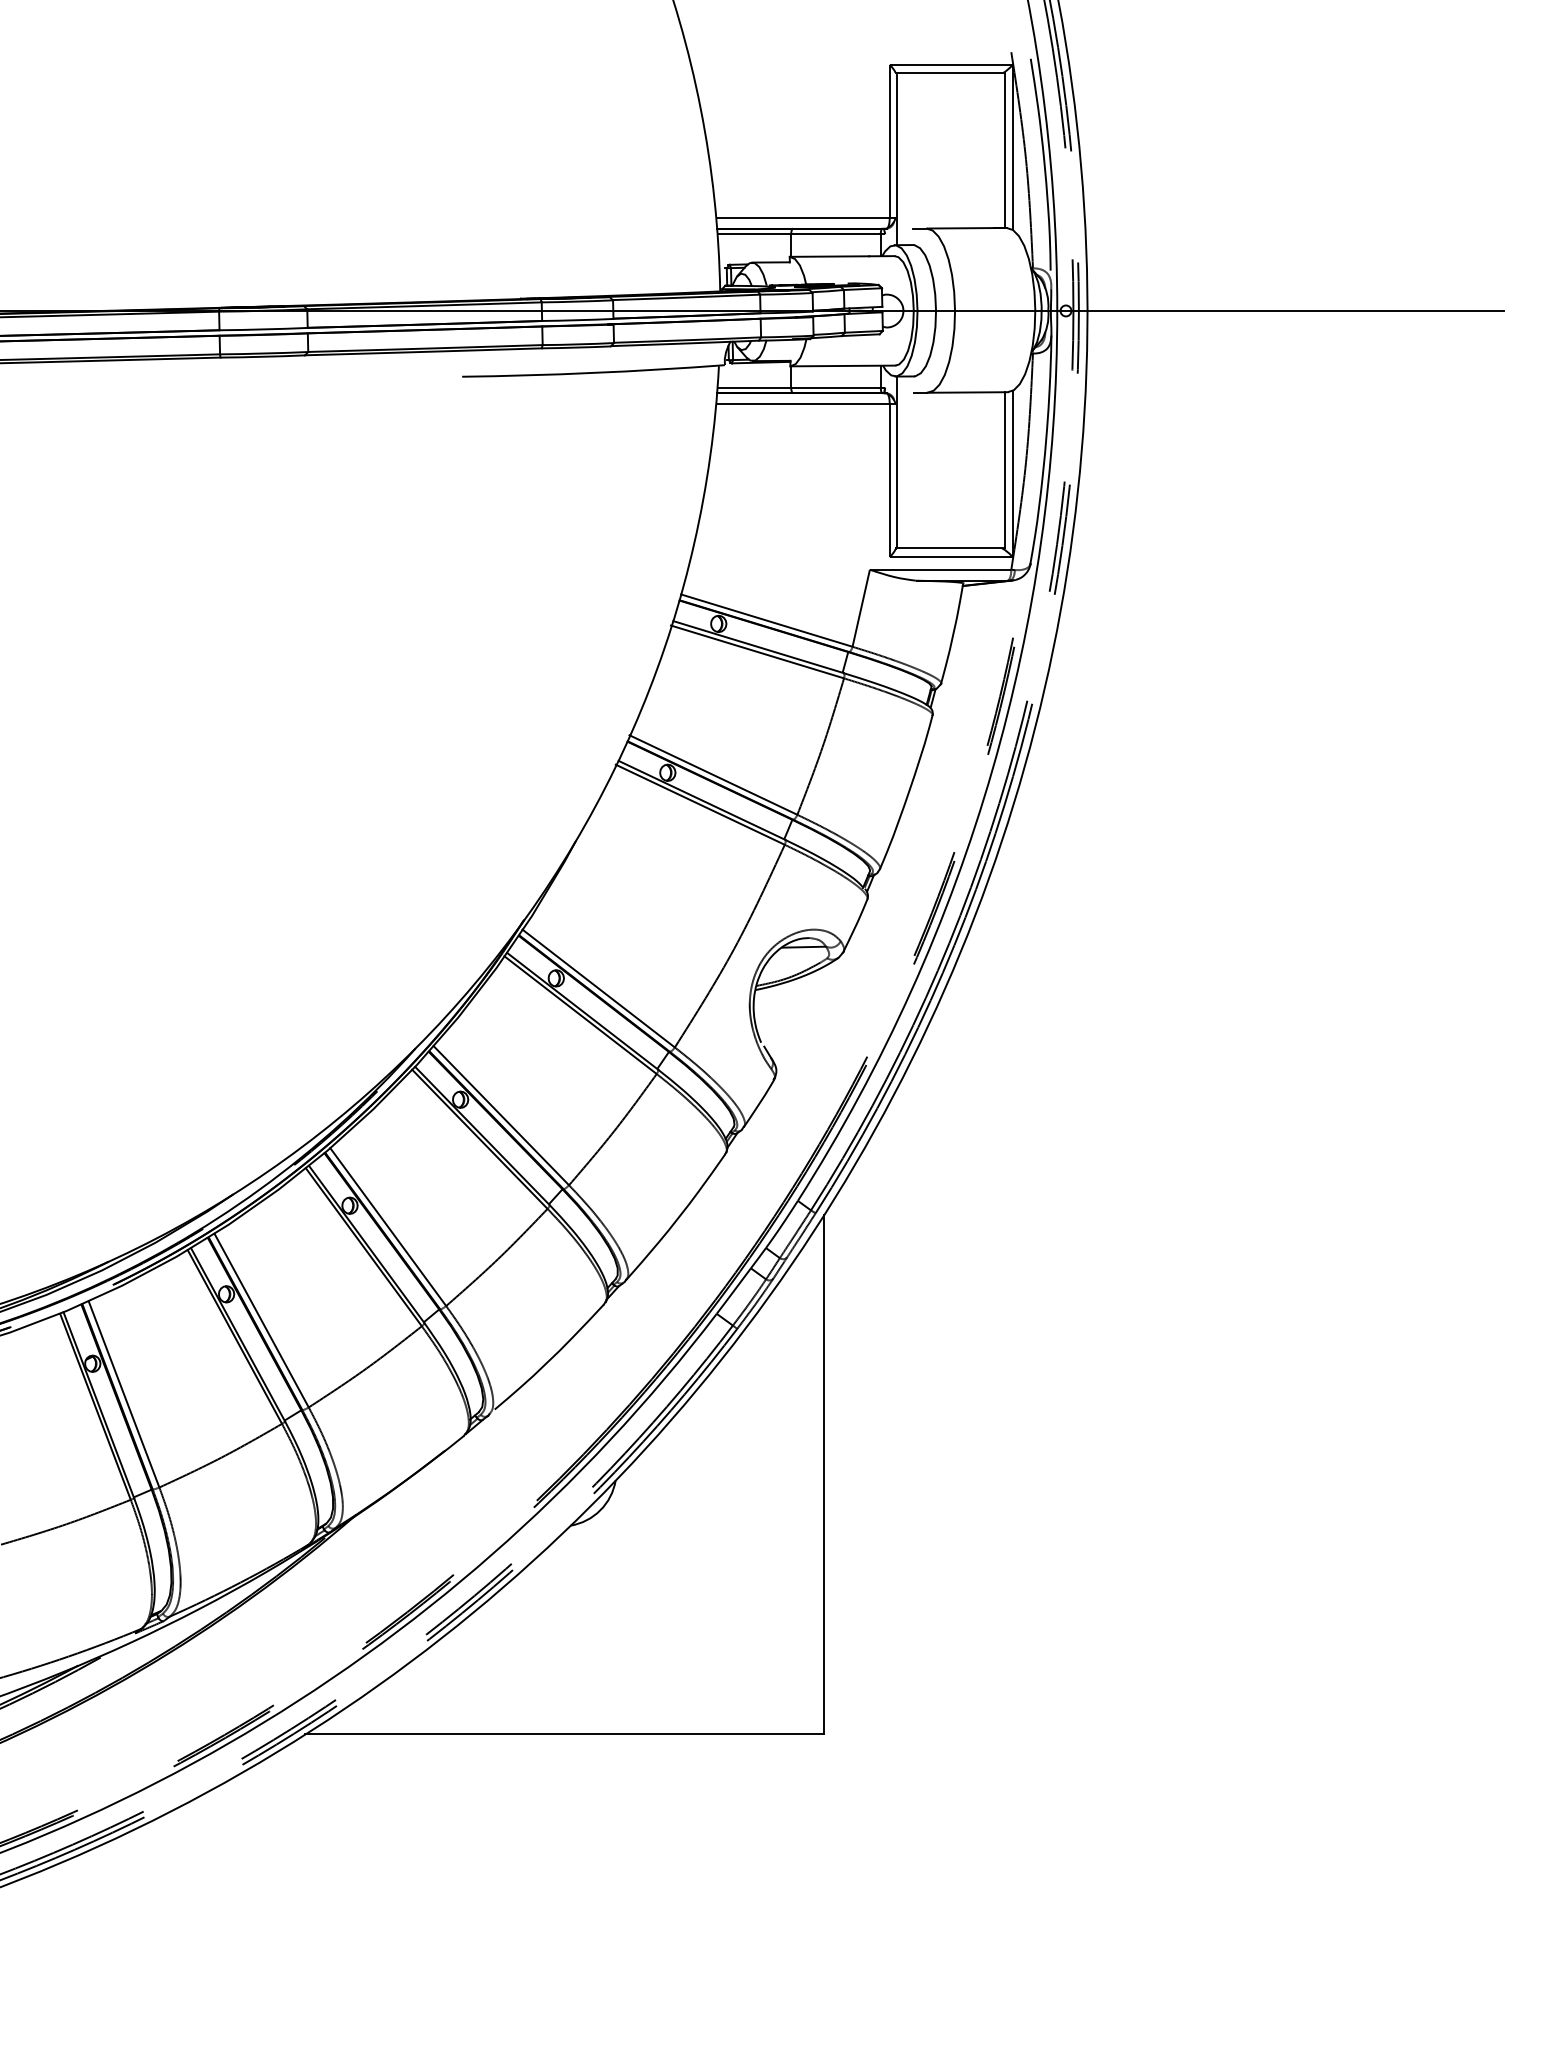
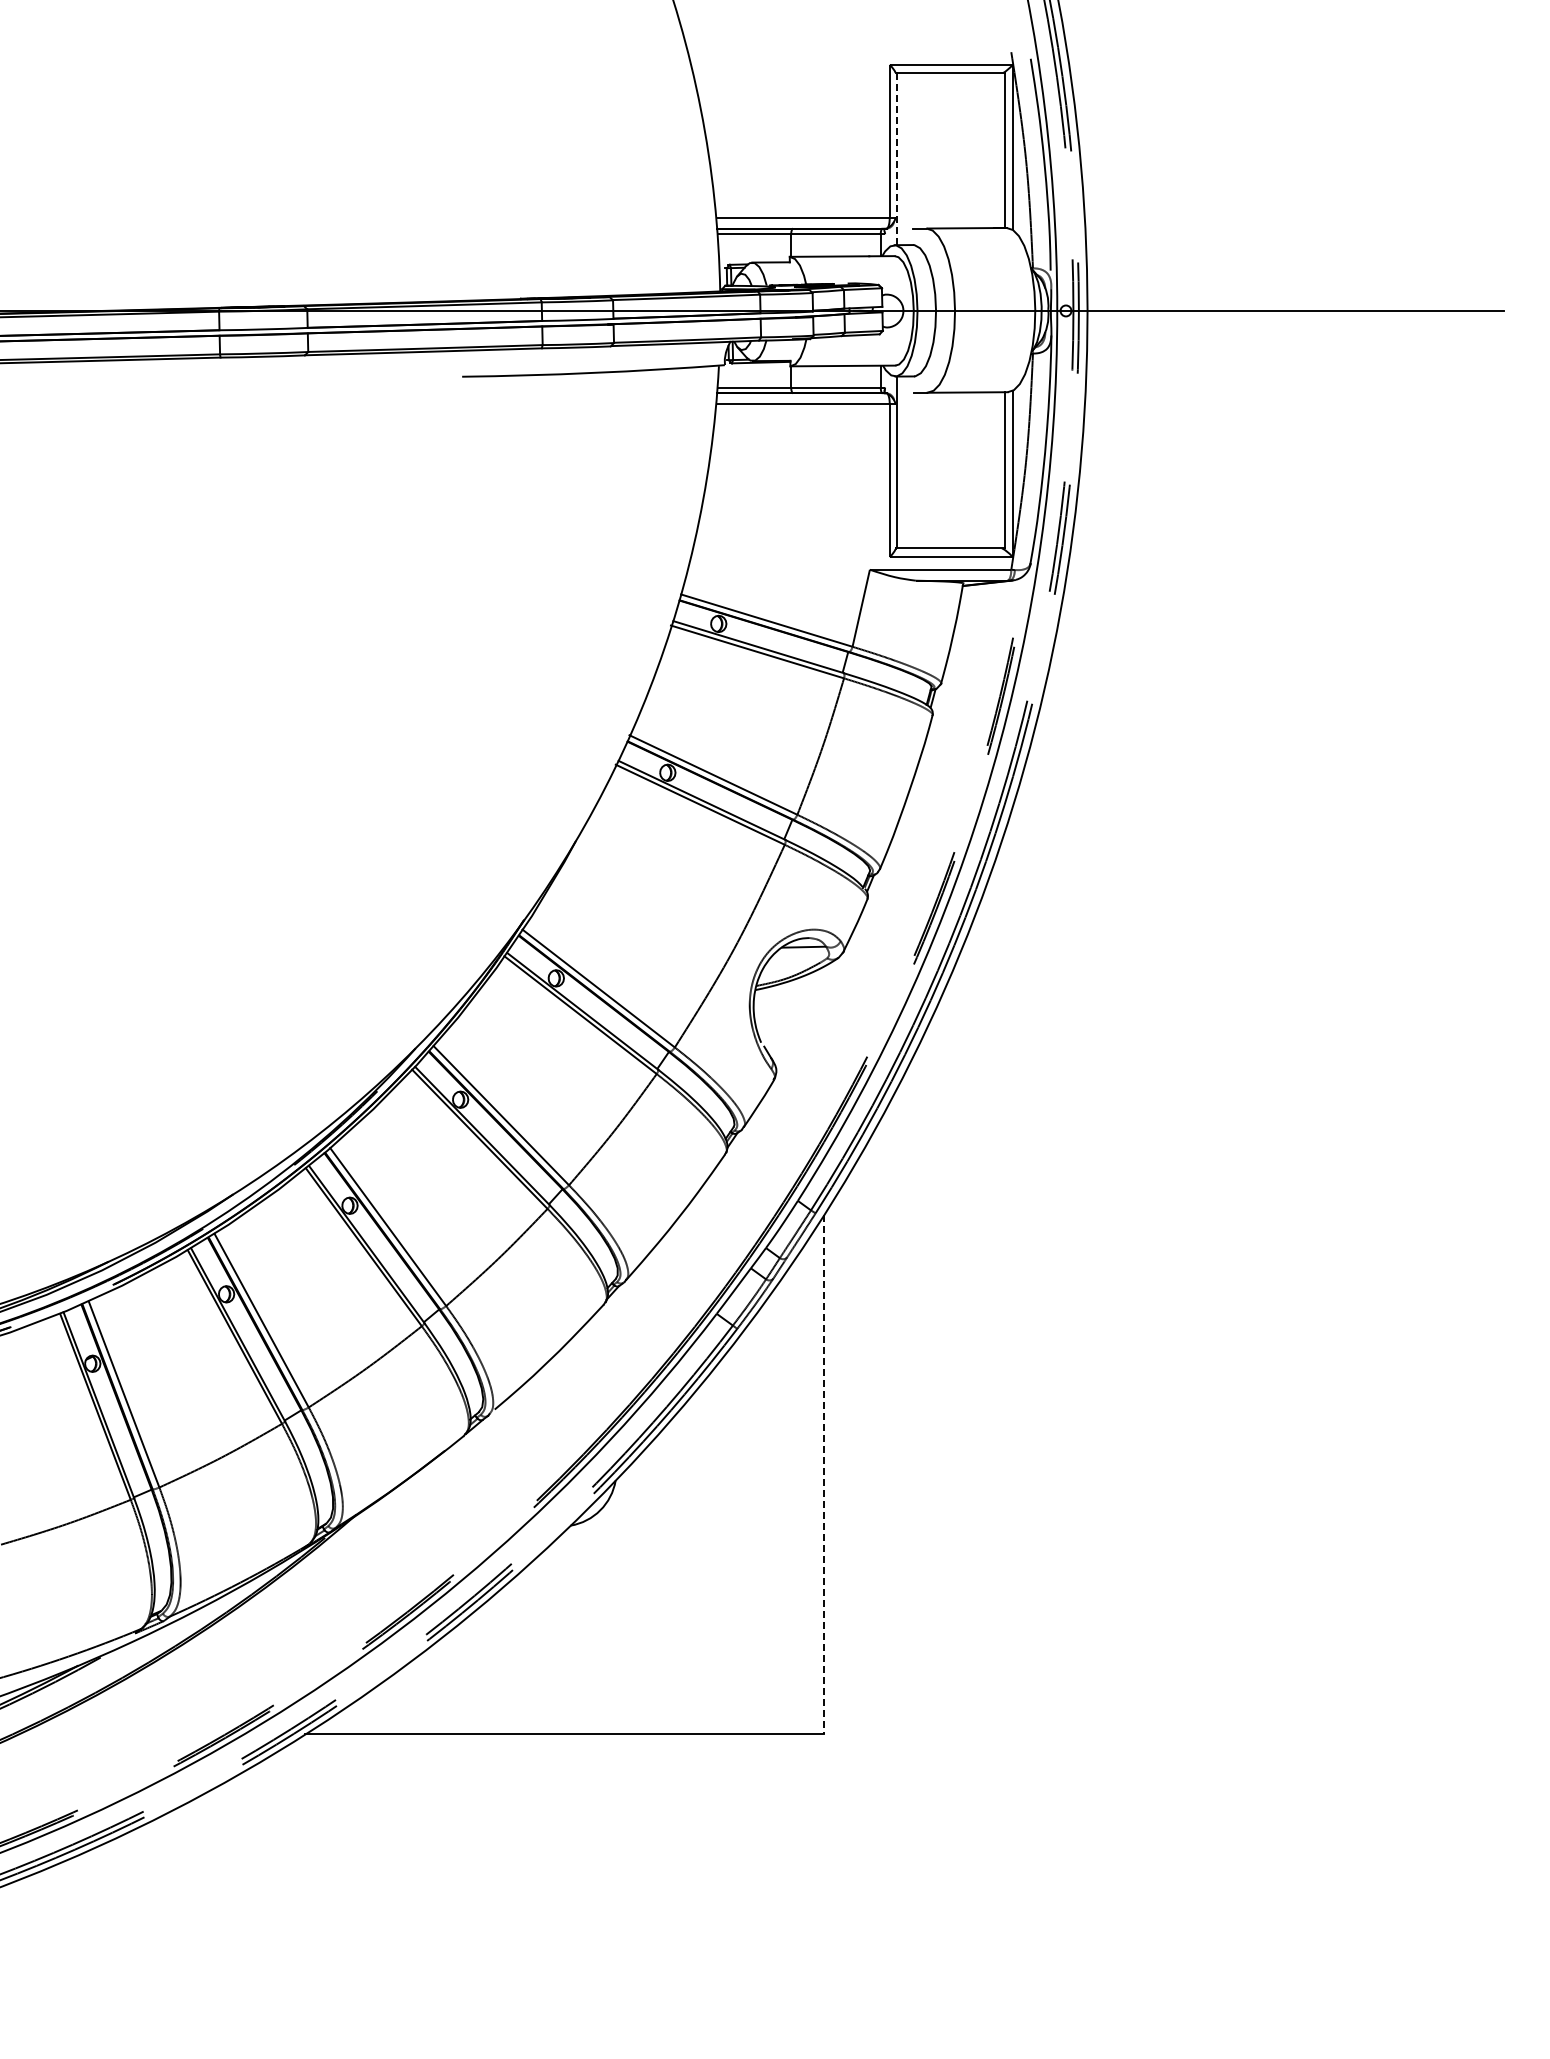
line at (897, 159): solid -> dashed
line at (824, 1474): solid -> dashed
